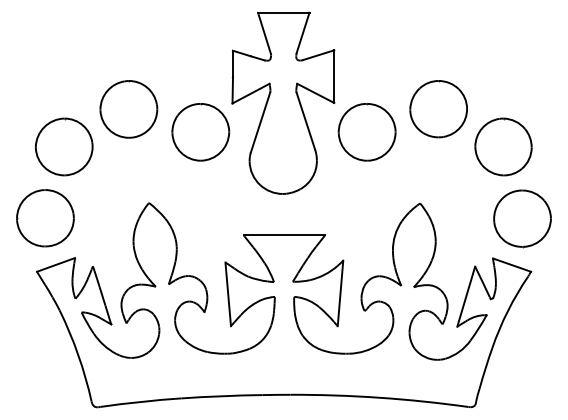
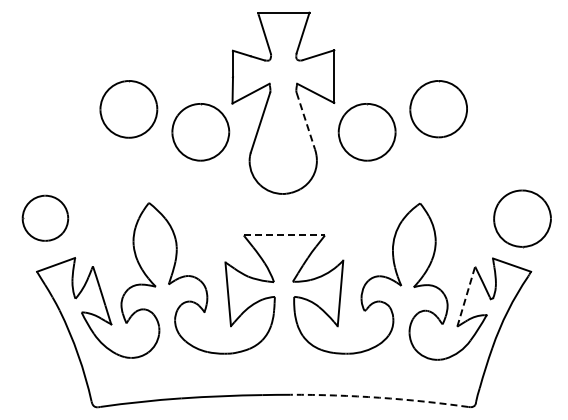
line at (305, 121): solid -> dashed
part at (64, 146): present -> none
part at (503, 146): present -> none
part at (45, 218) size: 59x59 px -> 49x48 px
line at (284, 235): solid -> dashed
line at (466, 296): solid -> dashed
arc at (379, 397): solid -> dashed
